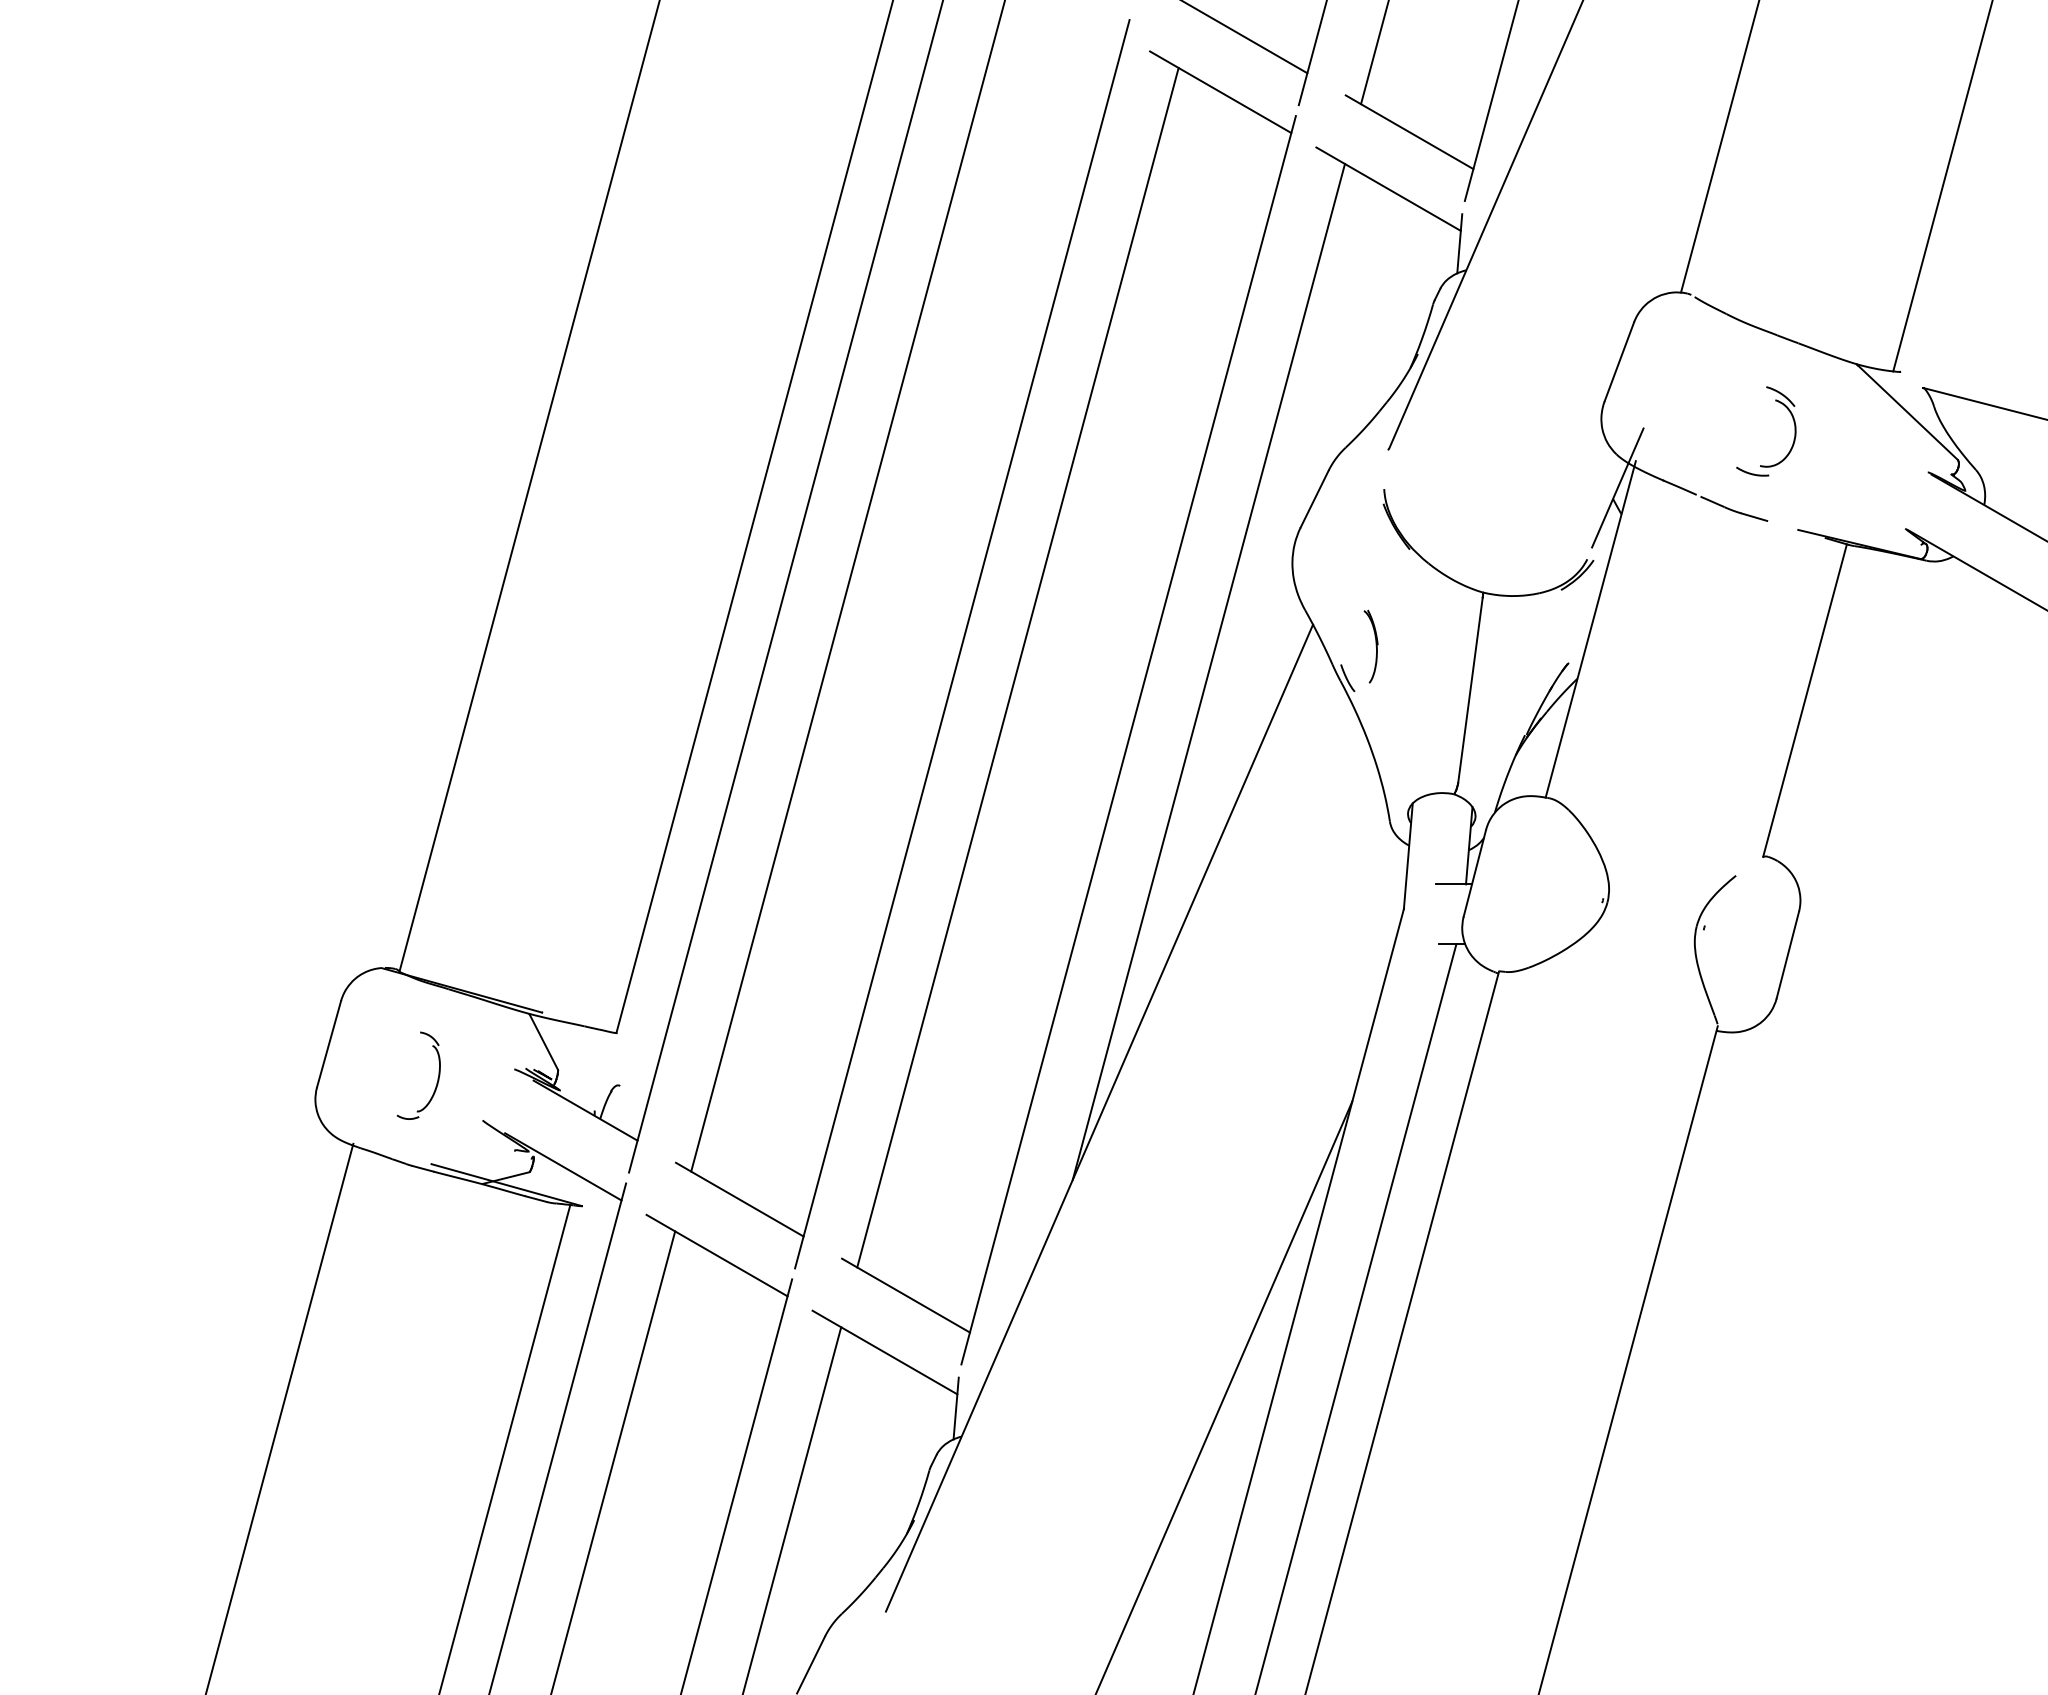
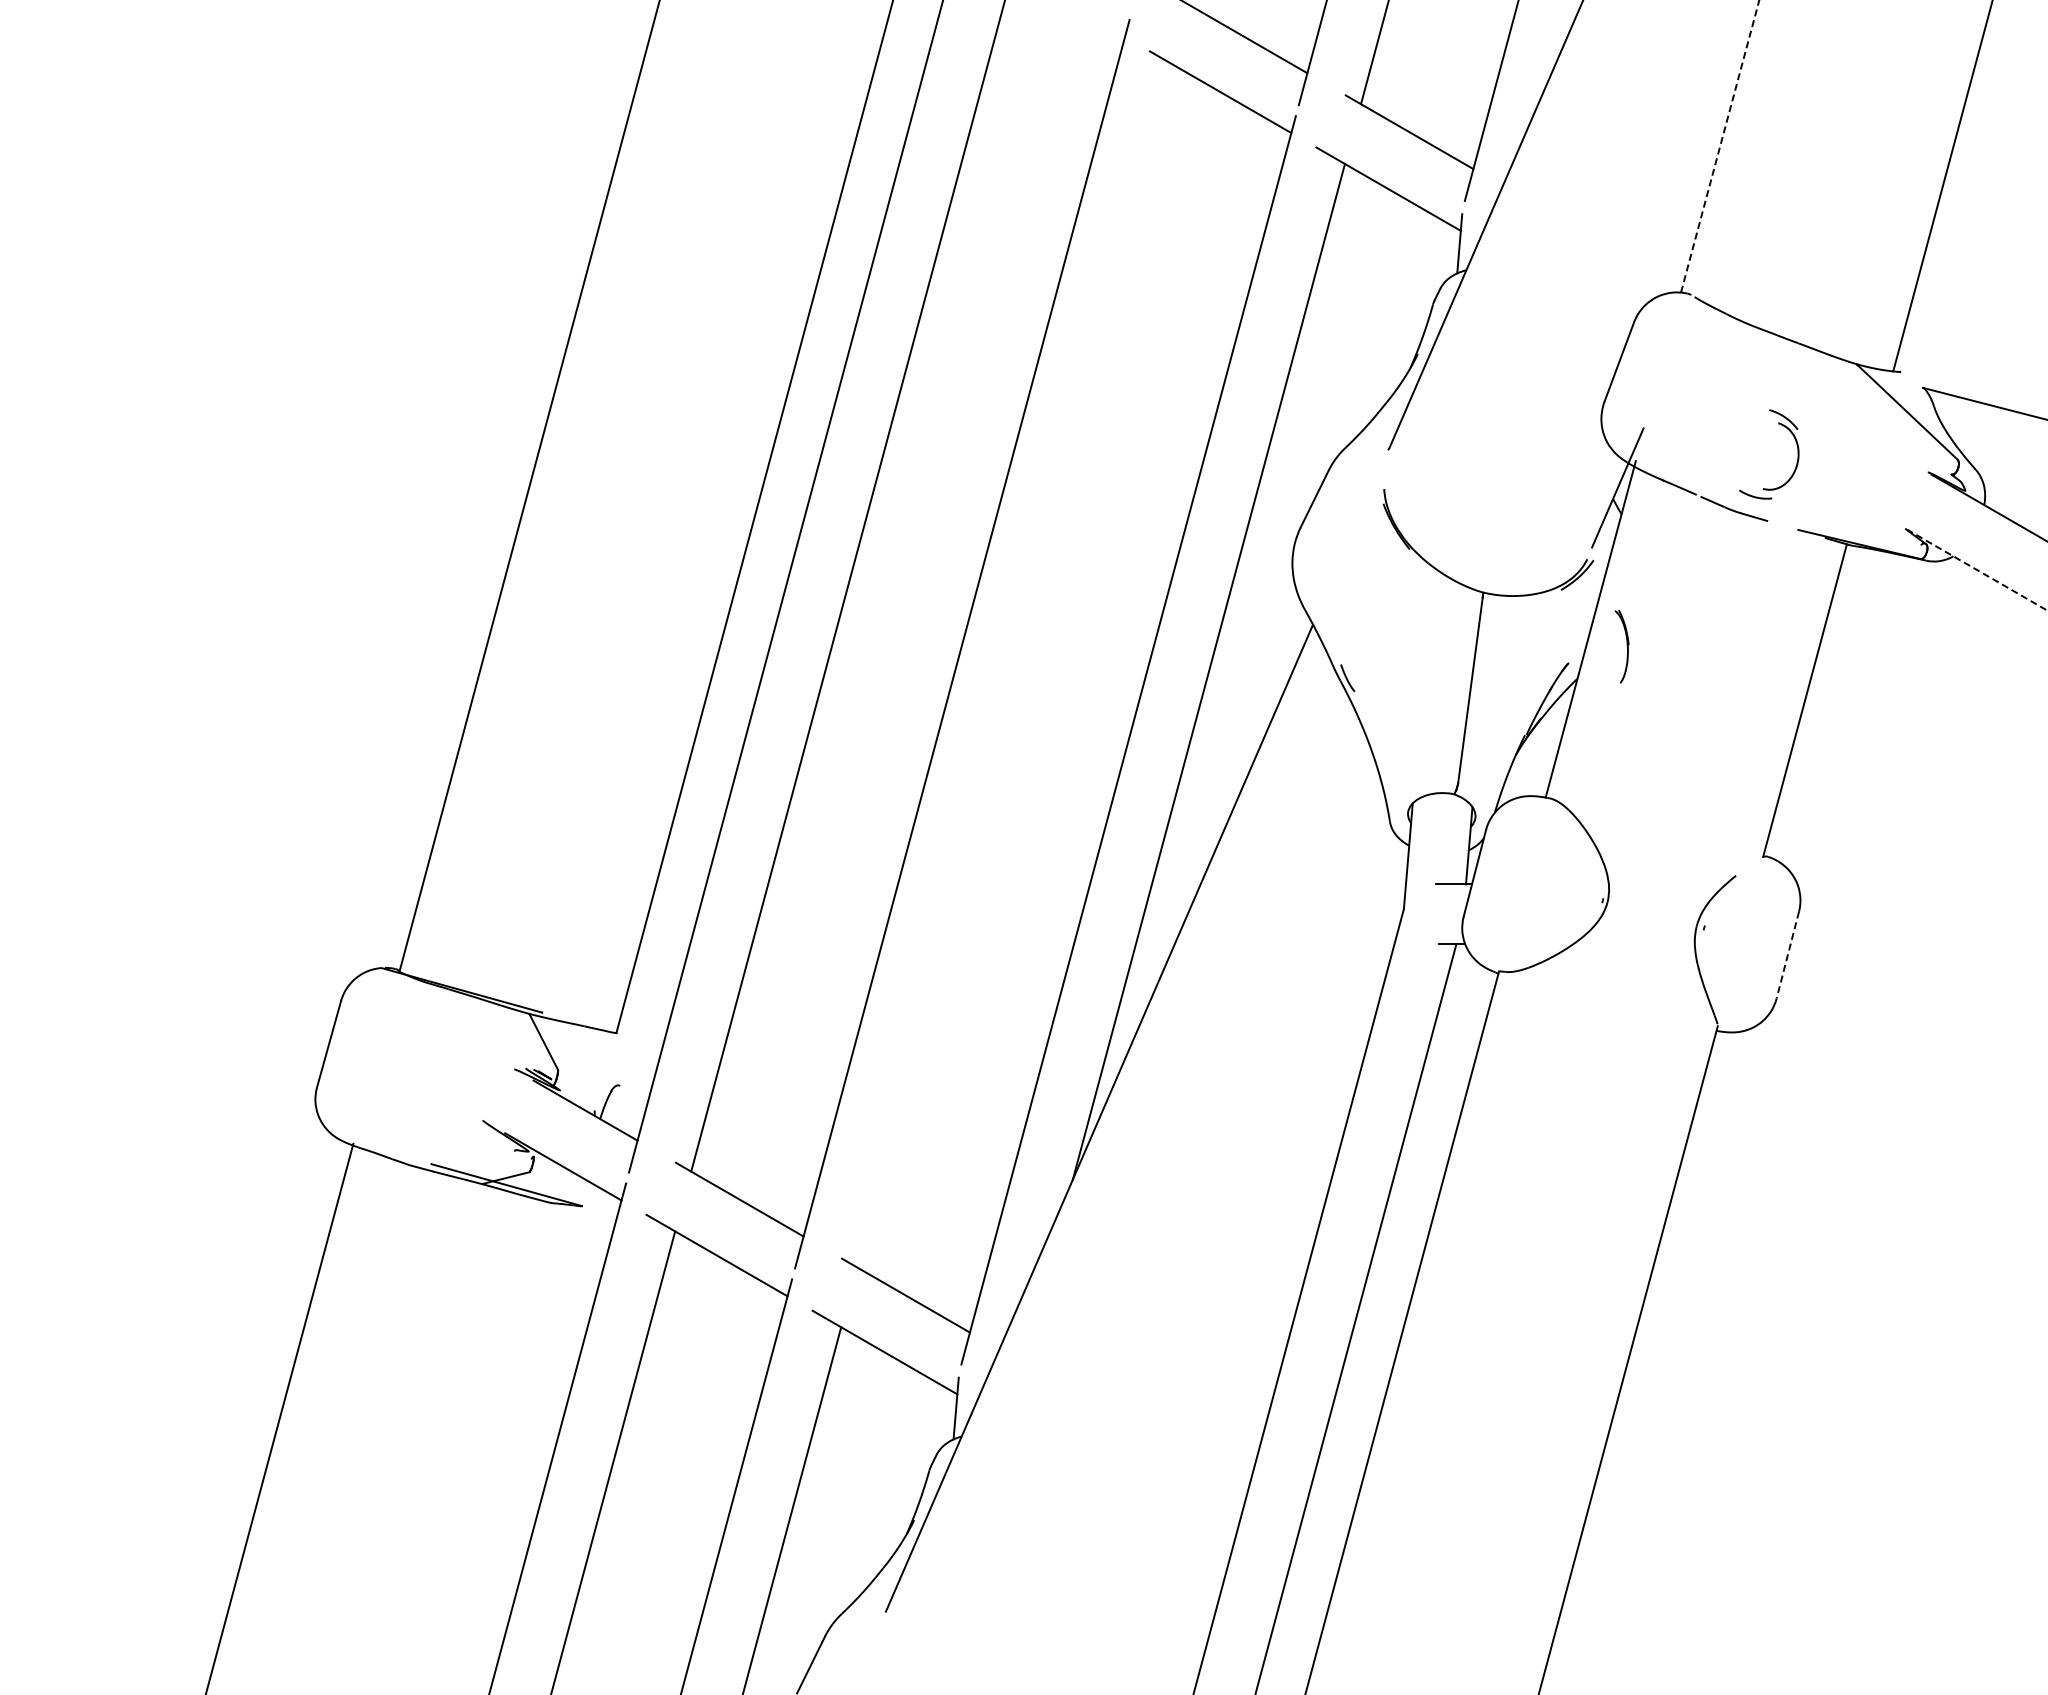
line at (1720, 145): solid -> dashed
part at (1794, 431) position: (1794, 431) -> (1797, 454)
line at (1977, 570): solid -> dashed
part at (1370, 646) position: (1370, 646) -> (1621, 646)
line at (1017, 667): present -> none
line at (1787, 955): solid -> dashed
part at (437, 1078): present -> none
line at (1224, 1396): present -> none
line at (504, 1447): present -> none
